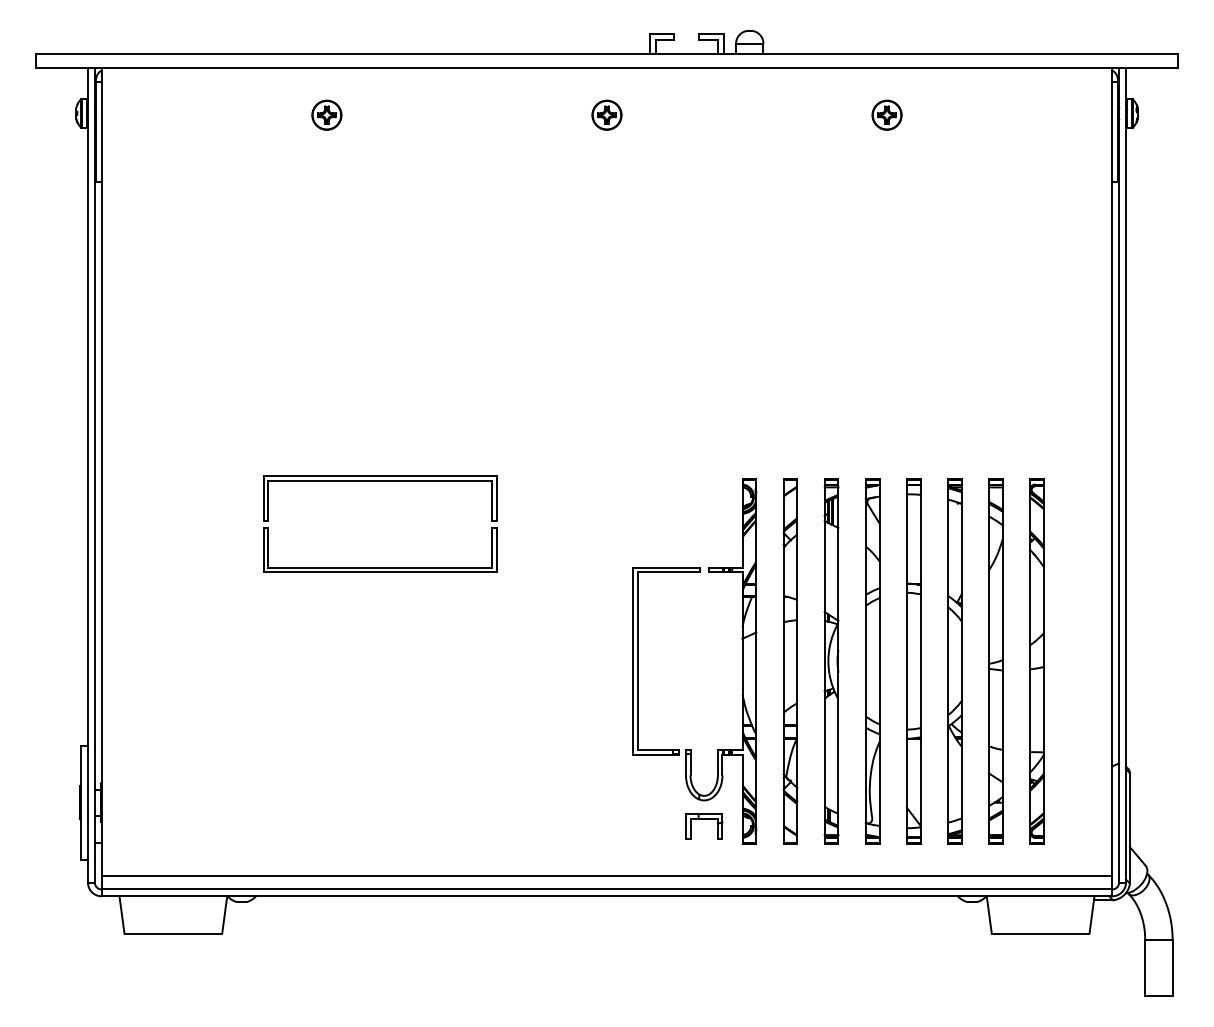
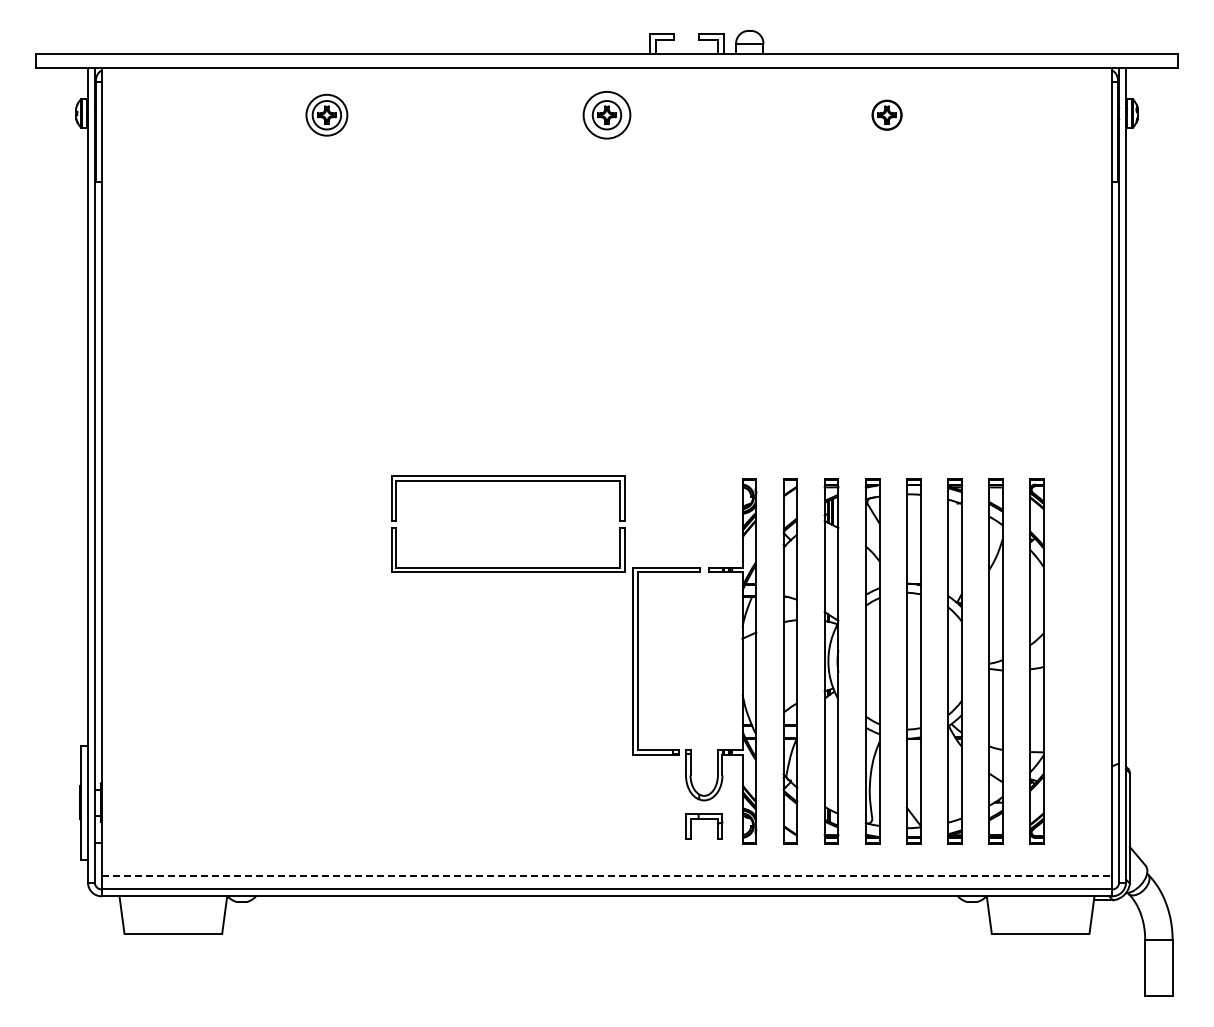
circle at (326, 114) diameter: 29 px -> 41 px
circle at (606, 114) diameter: 29 px -> 47 px
part at (380, 481) position: (380, 481) -> (508, 481)
line at (607, 875): solid -> dashed
